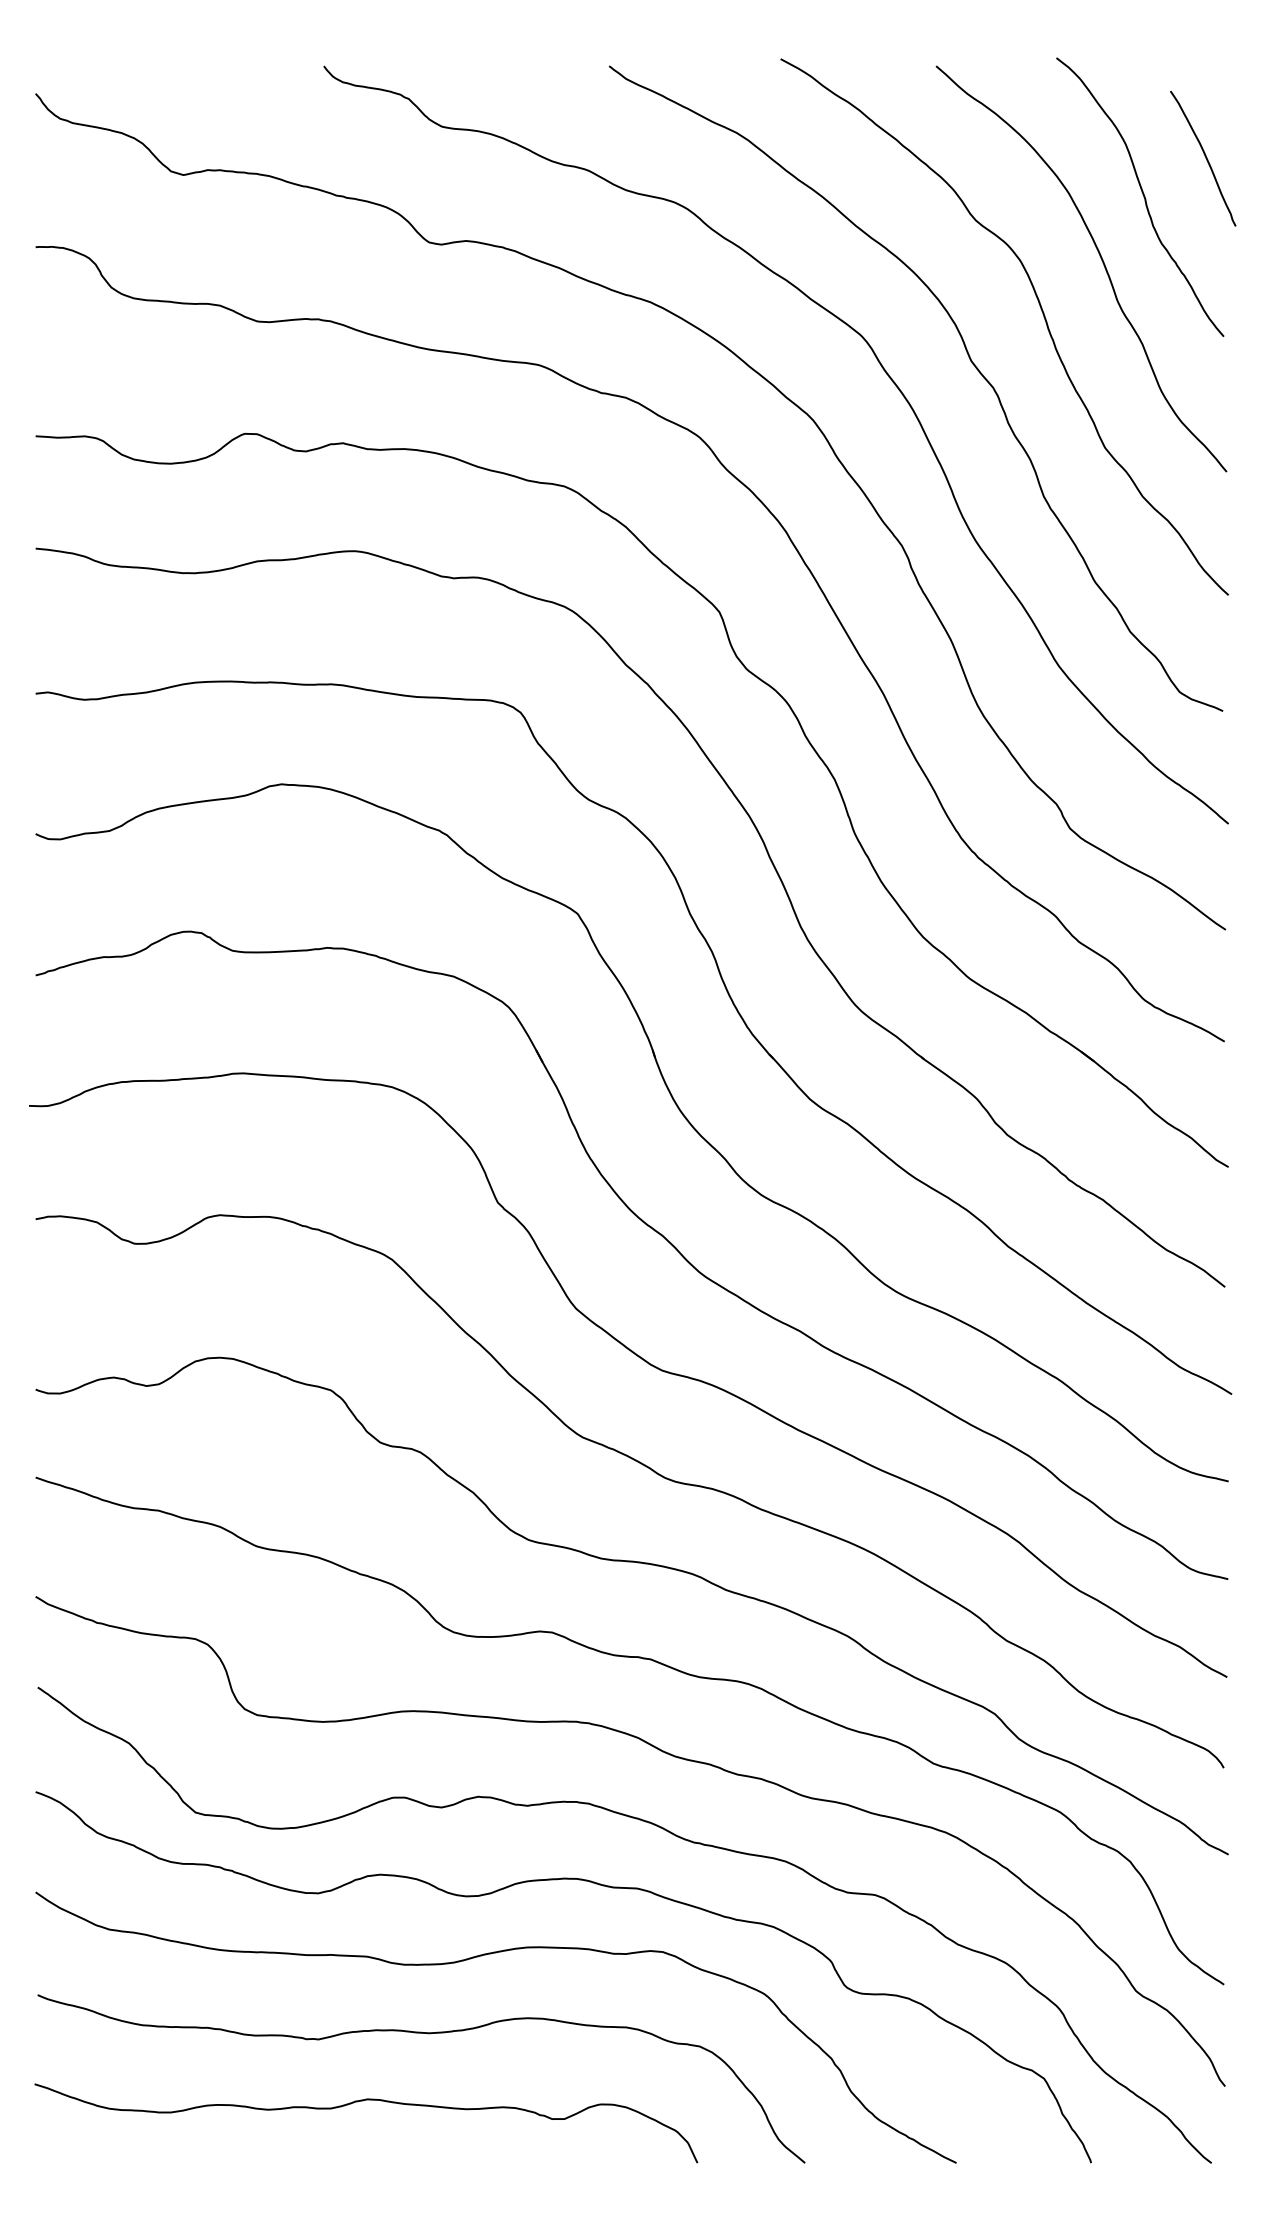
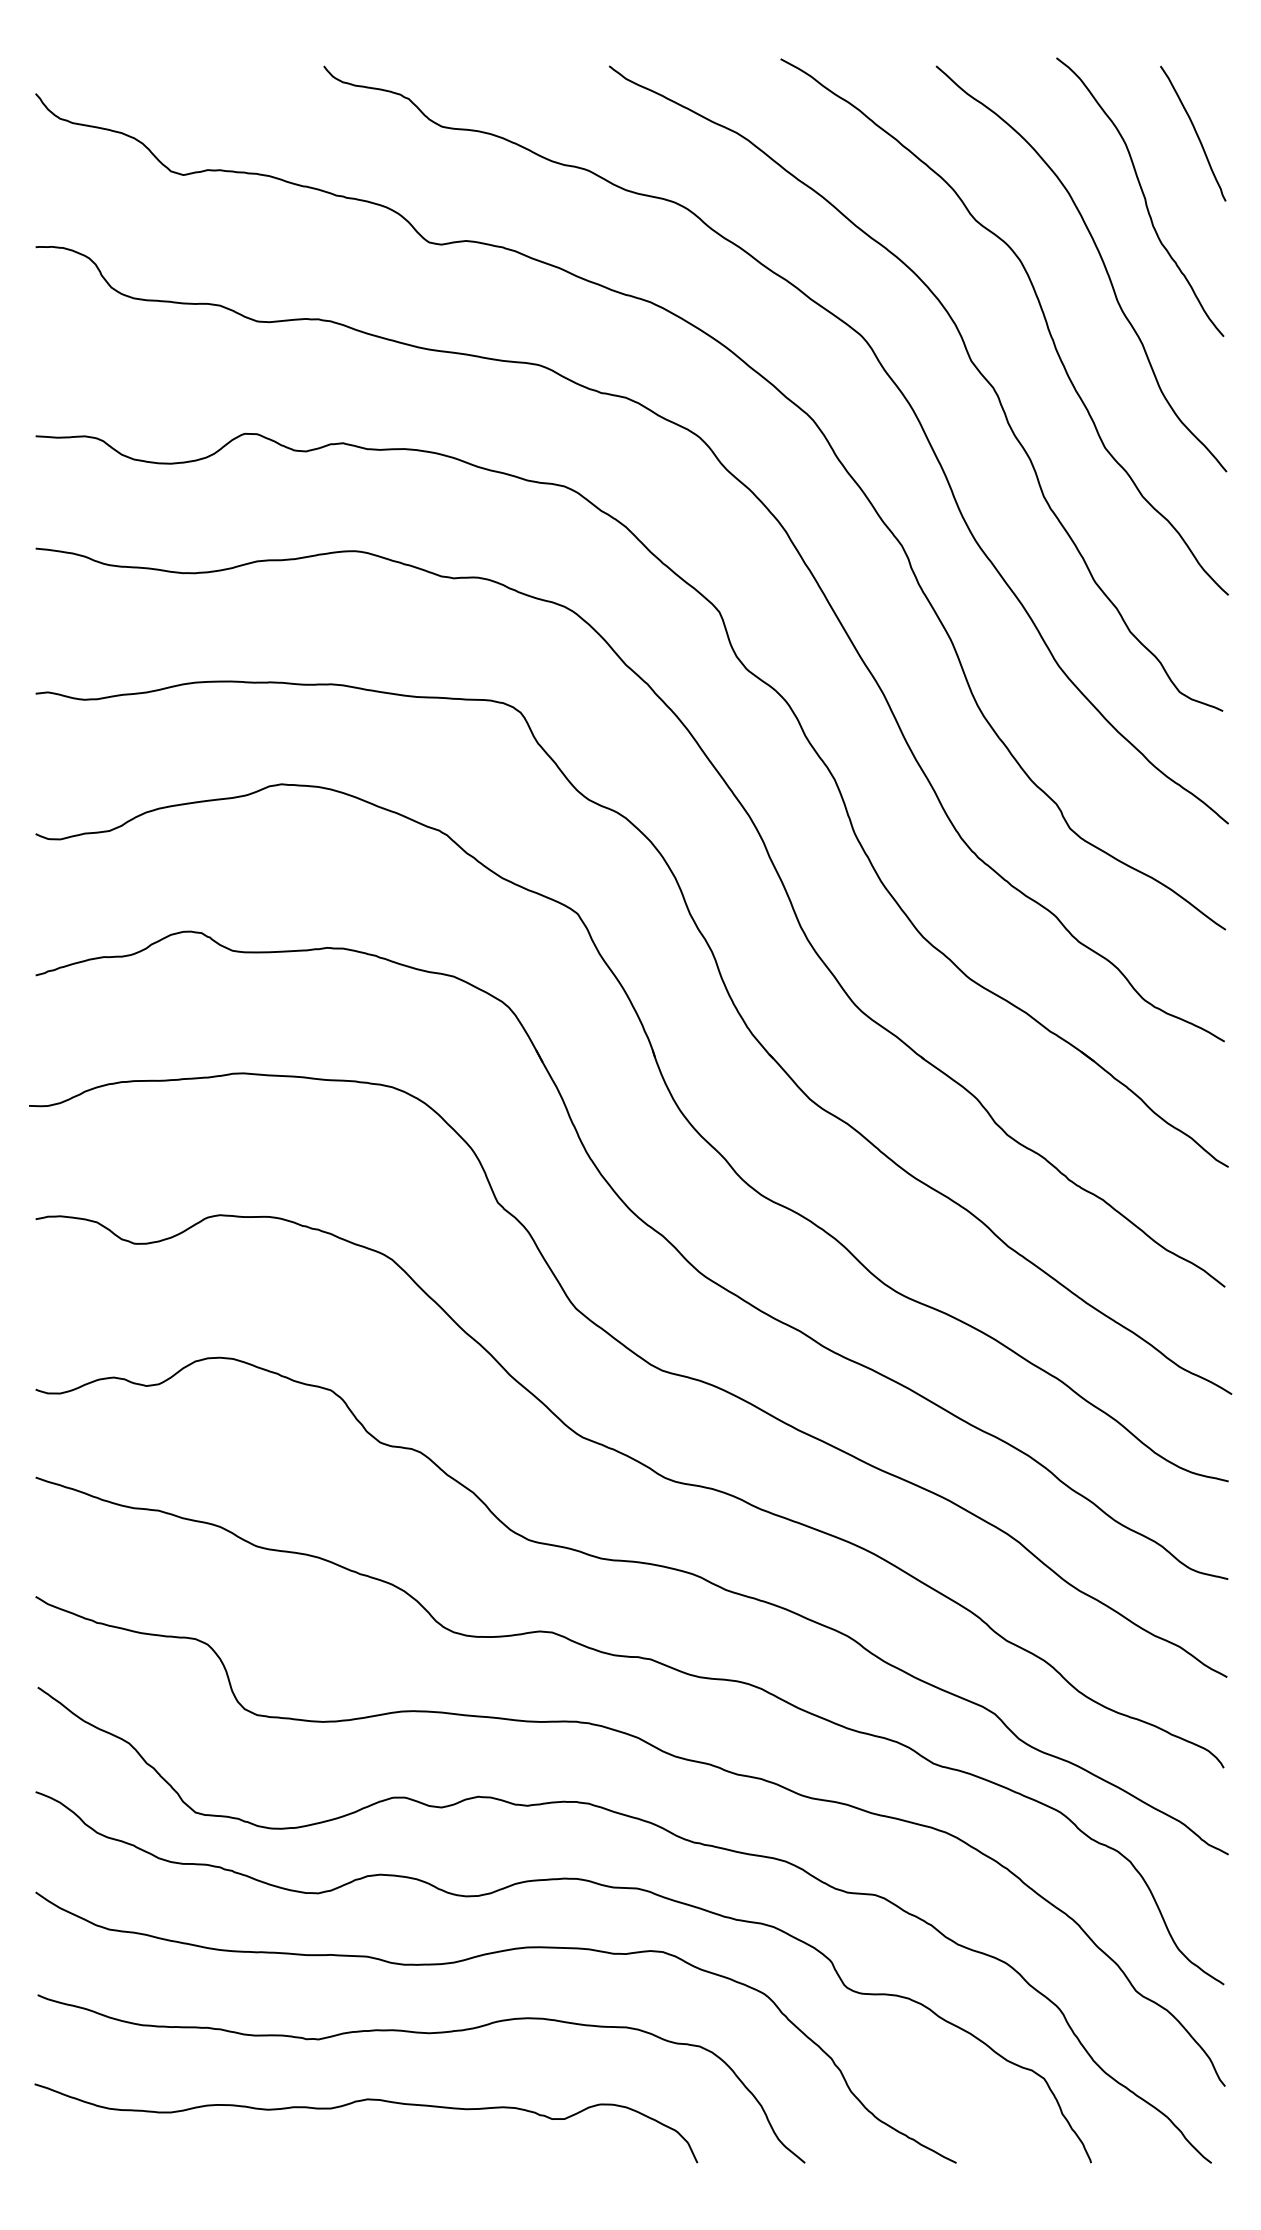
curve at (1205, 158) position: (1205, 158) -> (1195, 133)
